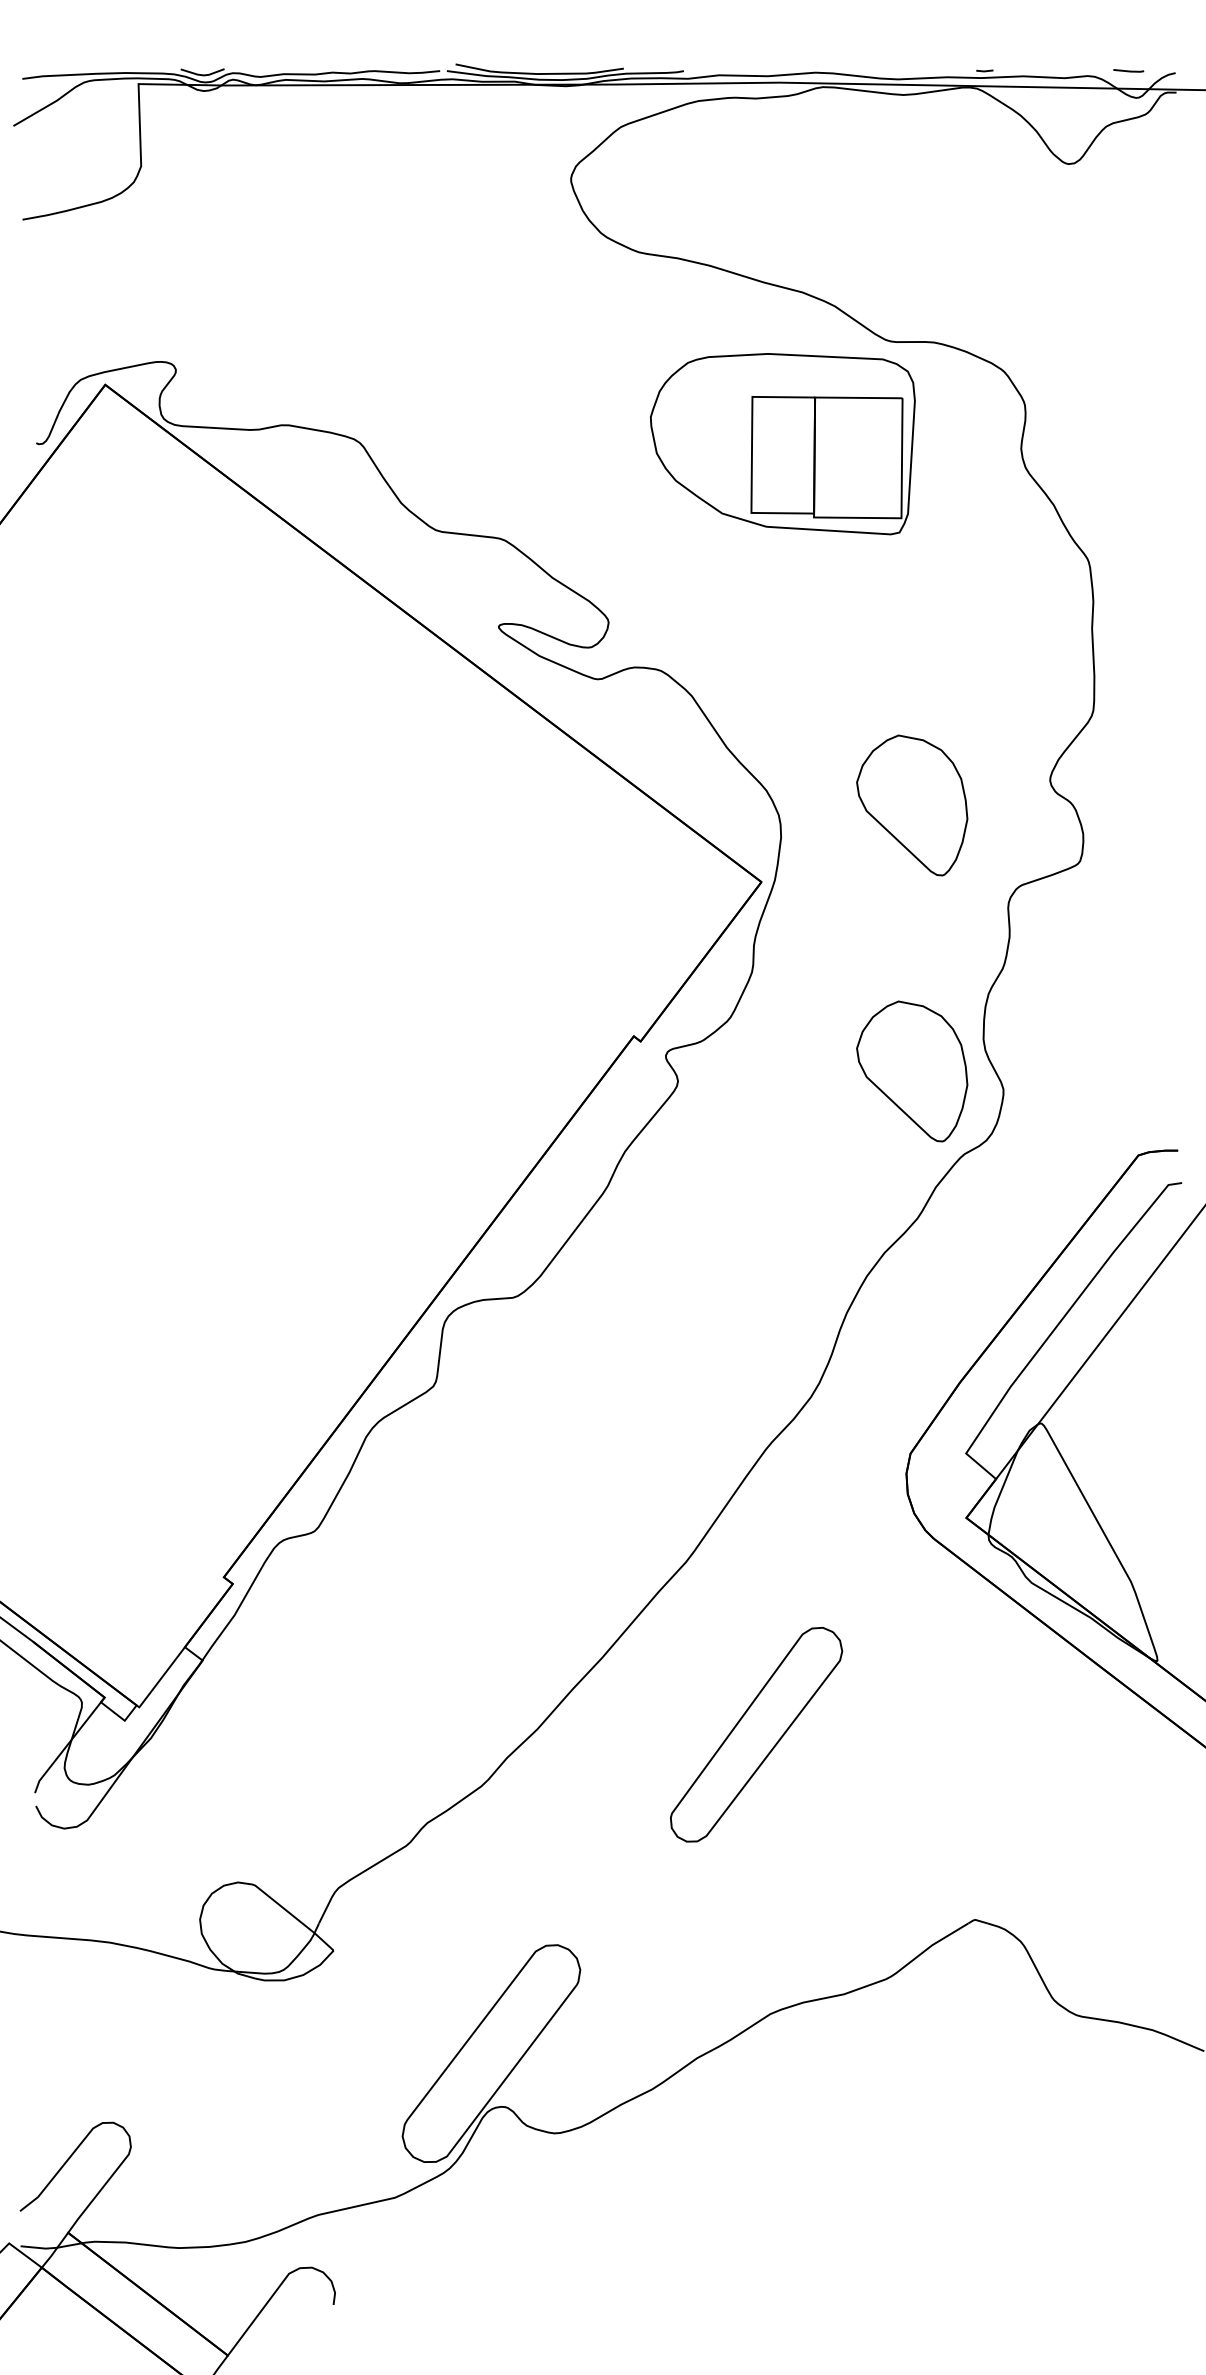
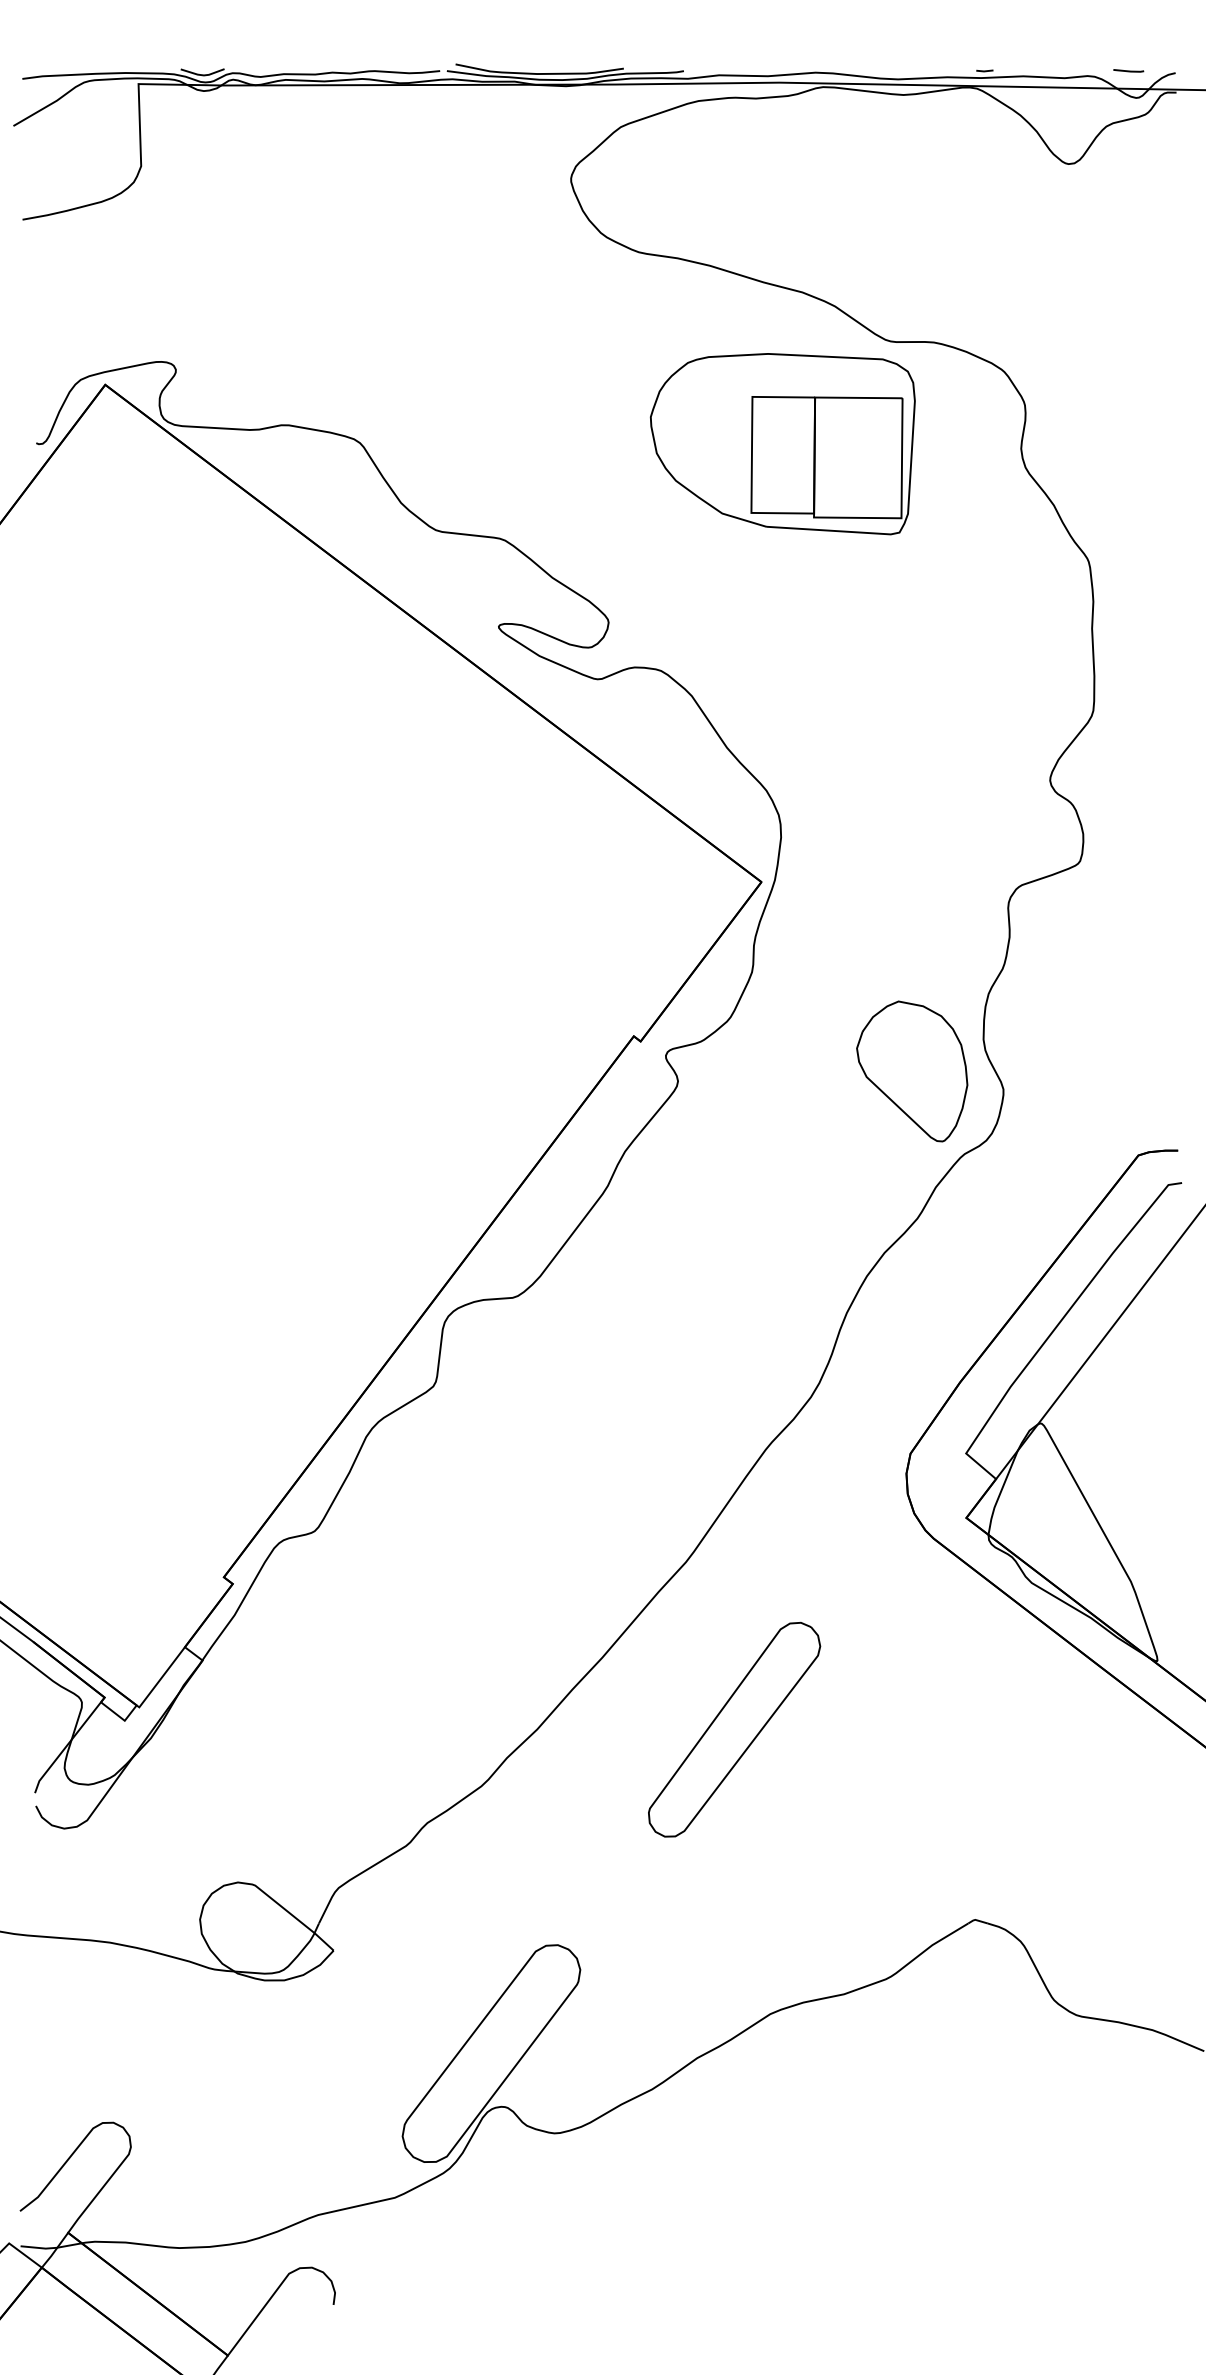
part at (912, 805): present -> none
part at (756, 1734) position: (756, 1734) -> (734, 1729)
